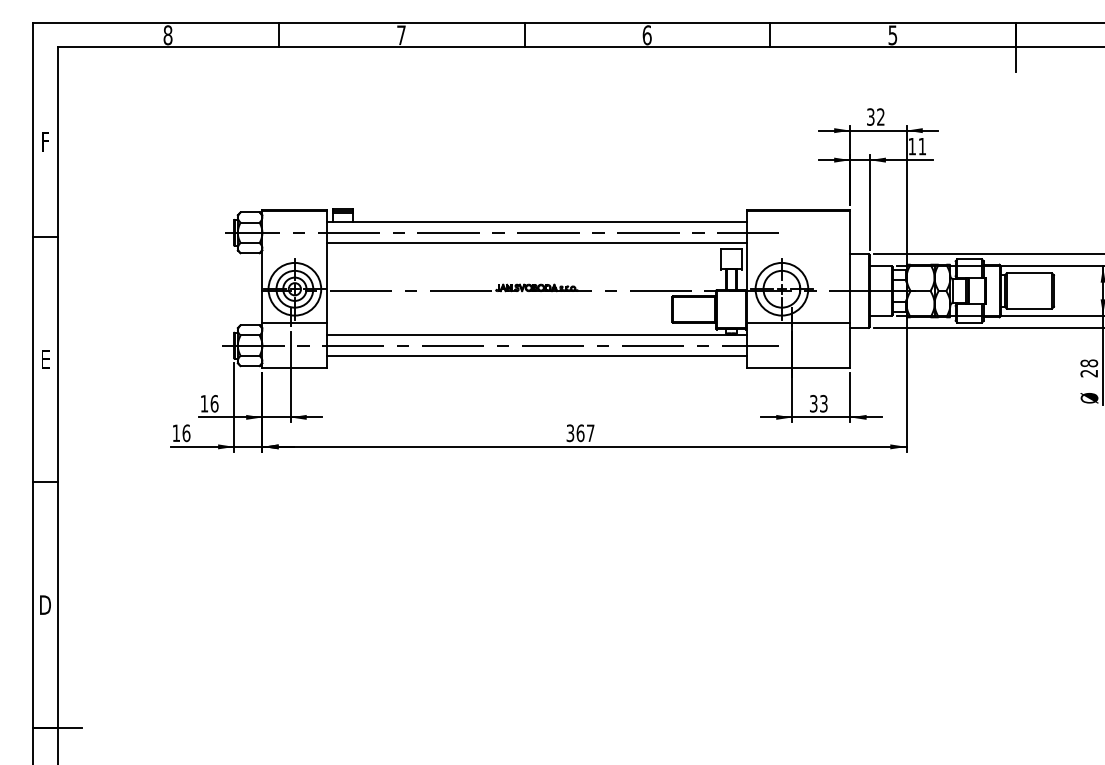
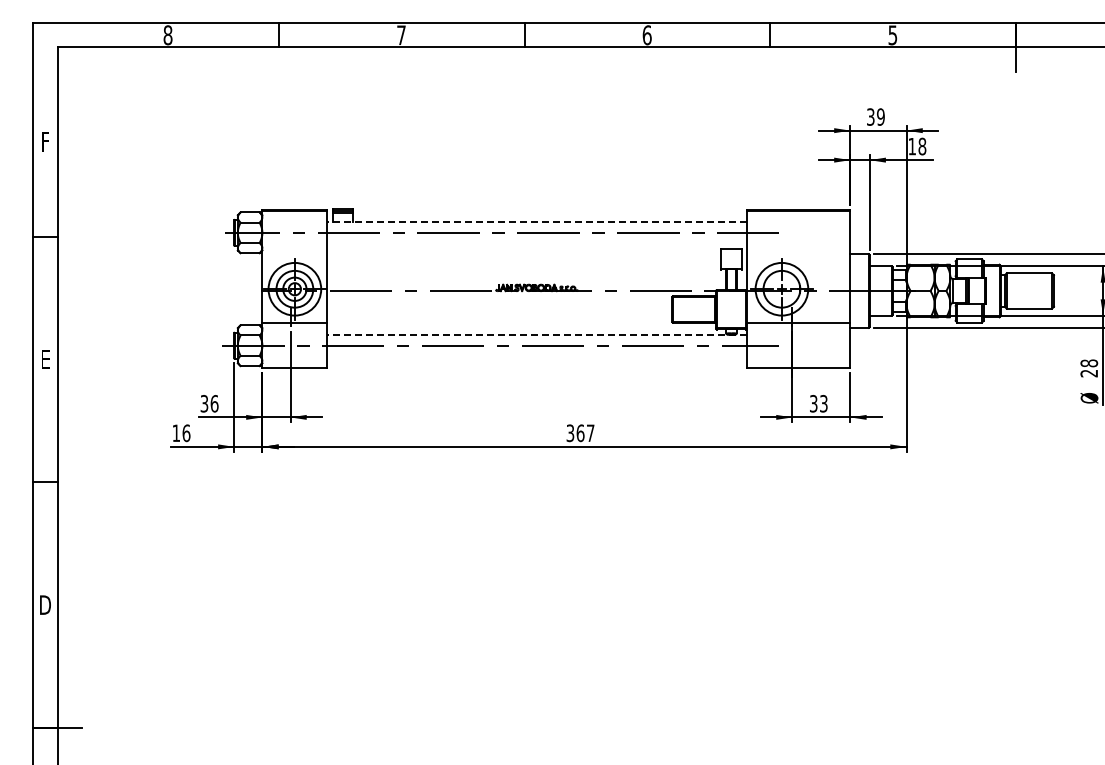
text at (880, 116): 32 -> 39
text at (922, 146): 11 -> 18
line at (537, 222): solid -> dashed
line at (536, 243): present -> none
line at (537, 335): solid -> dashed
line at (536, 356): present -> none
text at (204, 403): 16 -> 36
